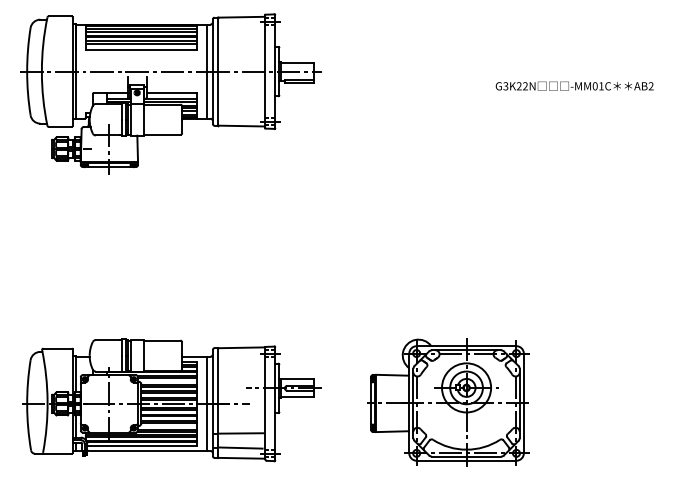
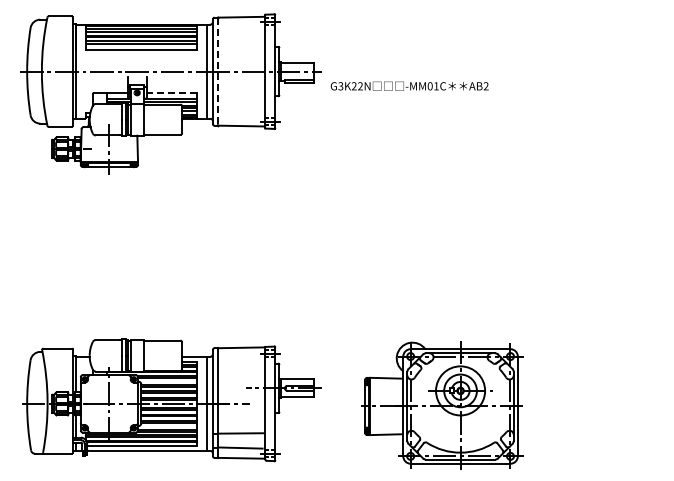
line at (217, 72): solid -> dashed
text at (574, 85) position: (574, 85) -> (409, 85)
line at (171, 92): solid -> dashed
part at (448, 402) position: (448, 402) -> (442, 405)
